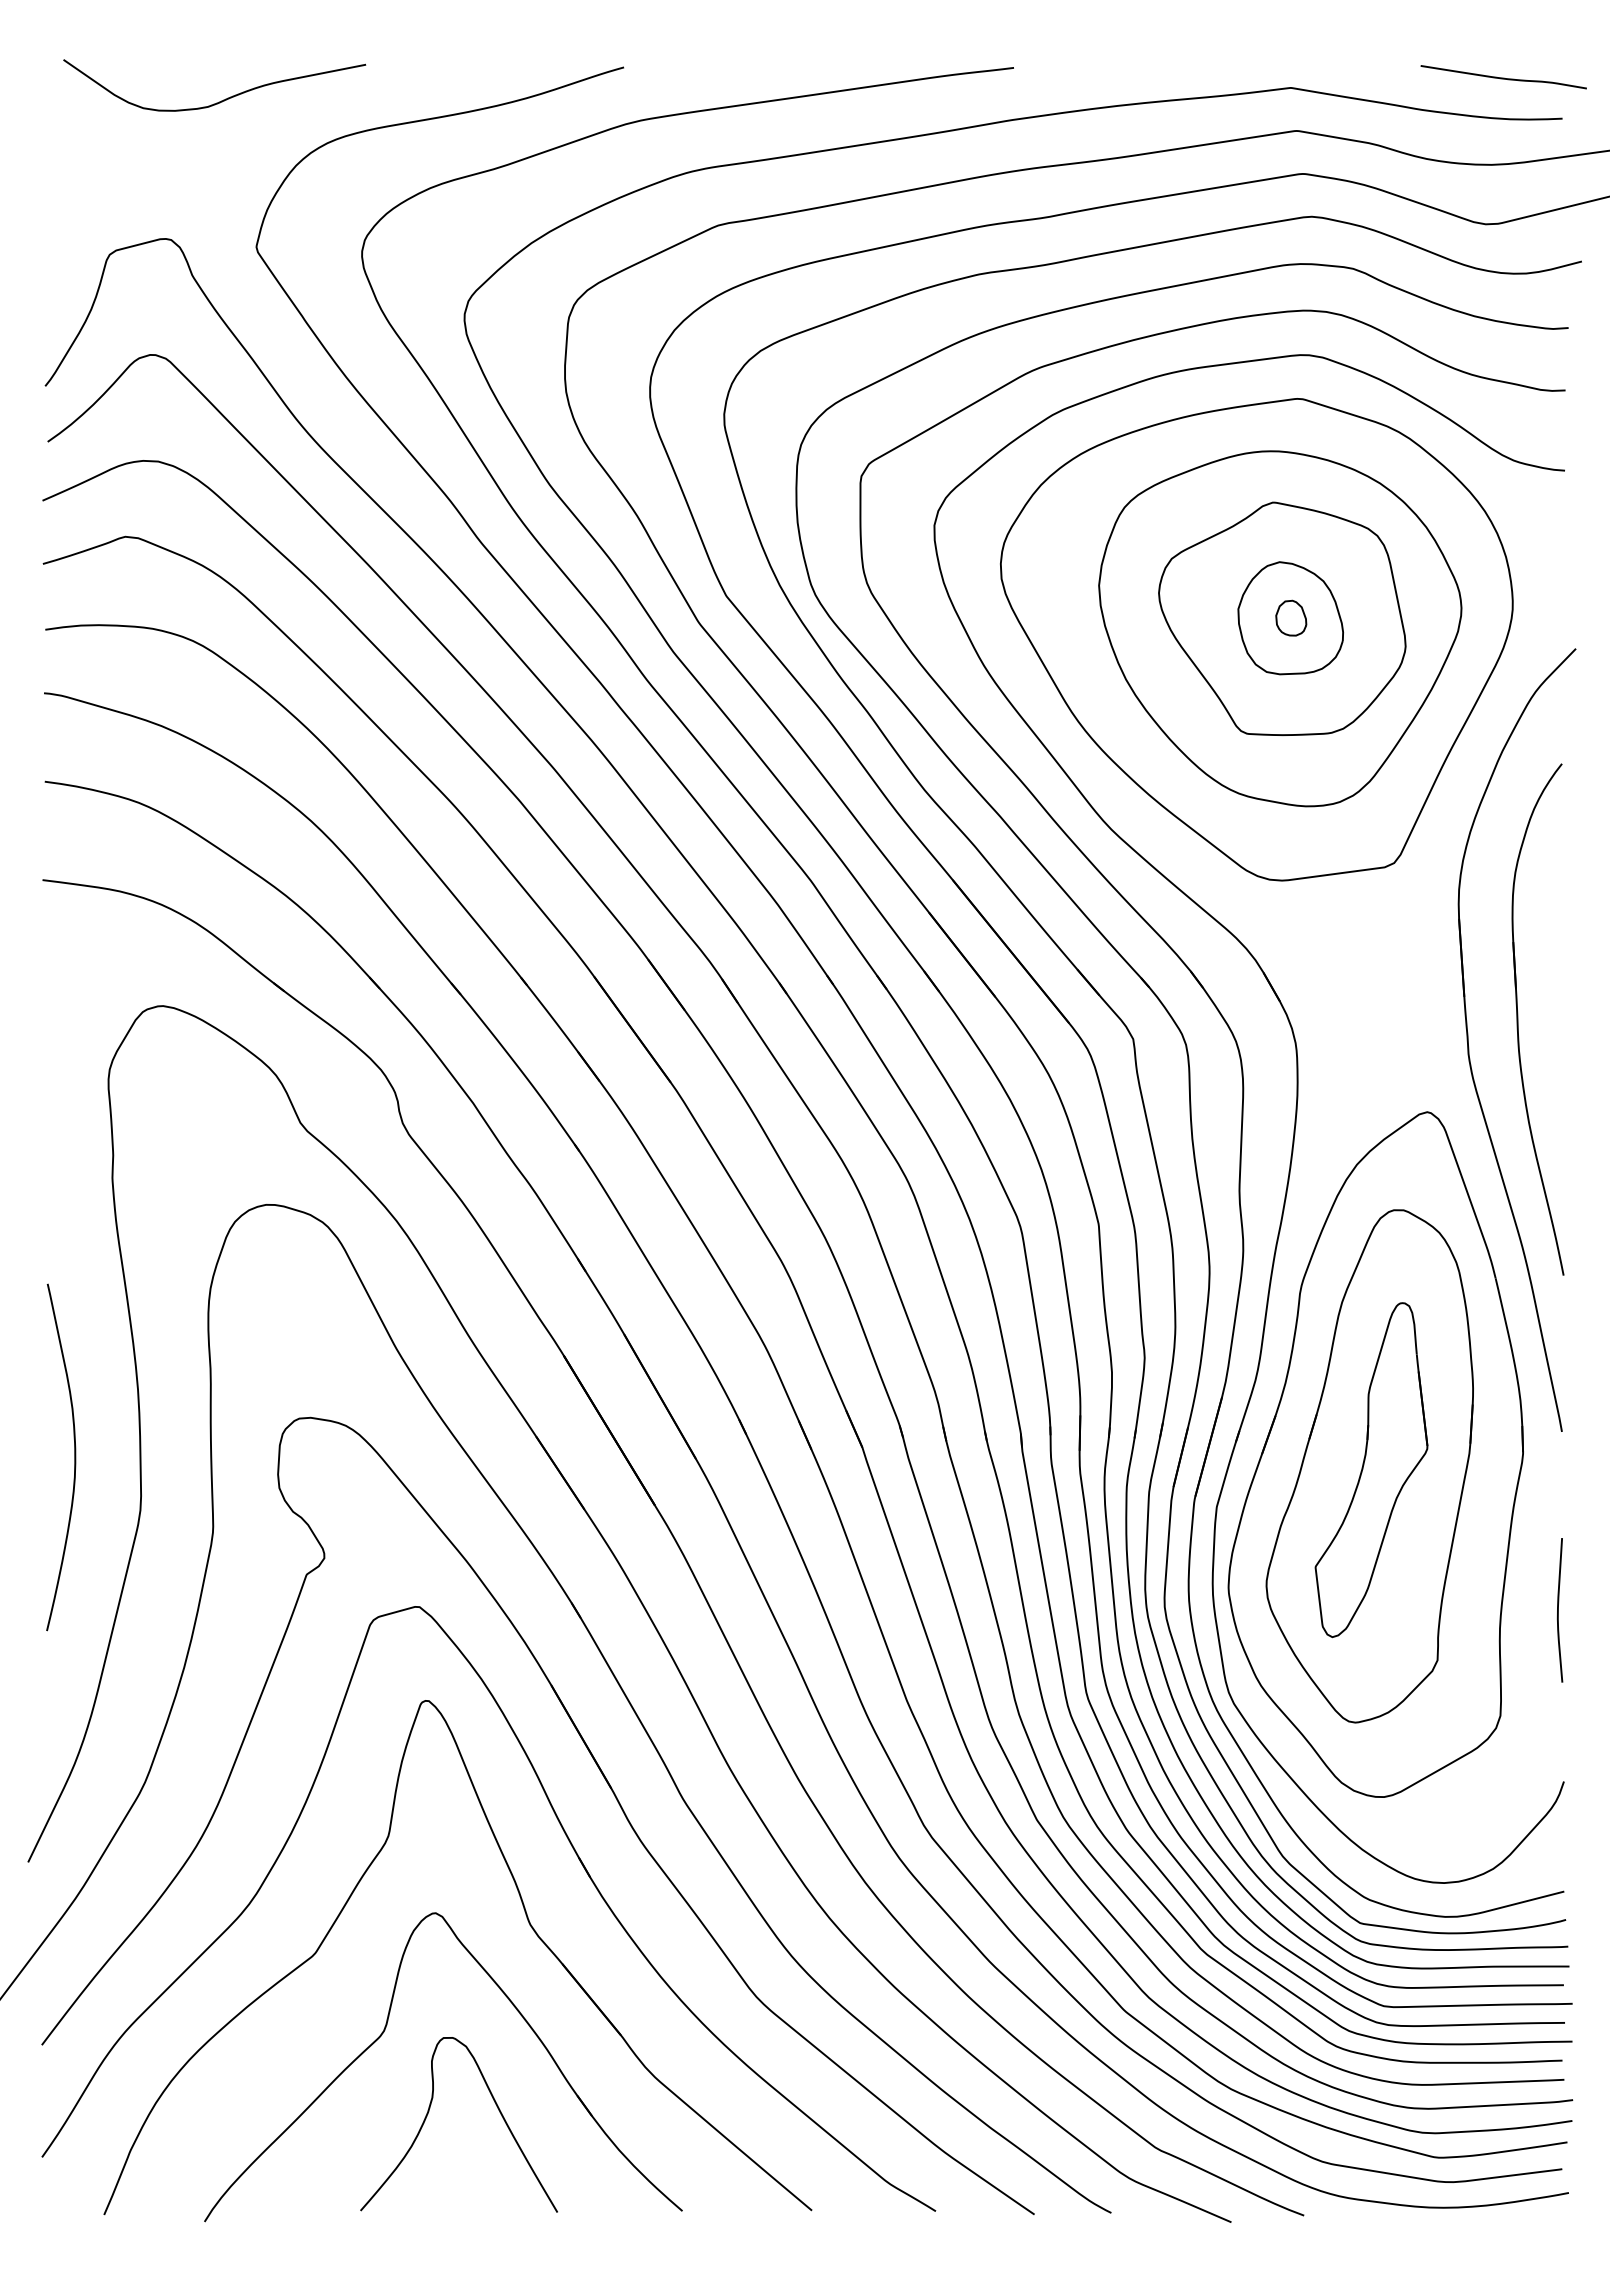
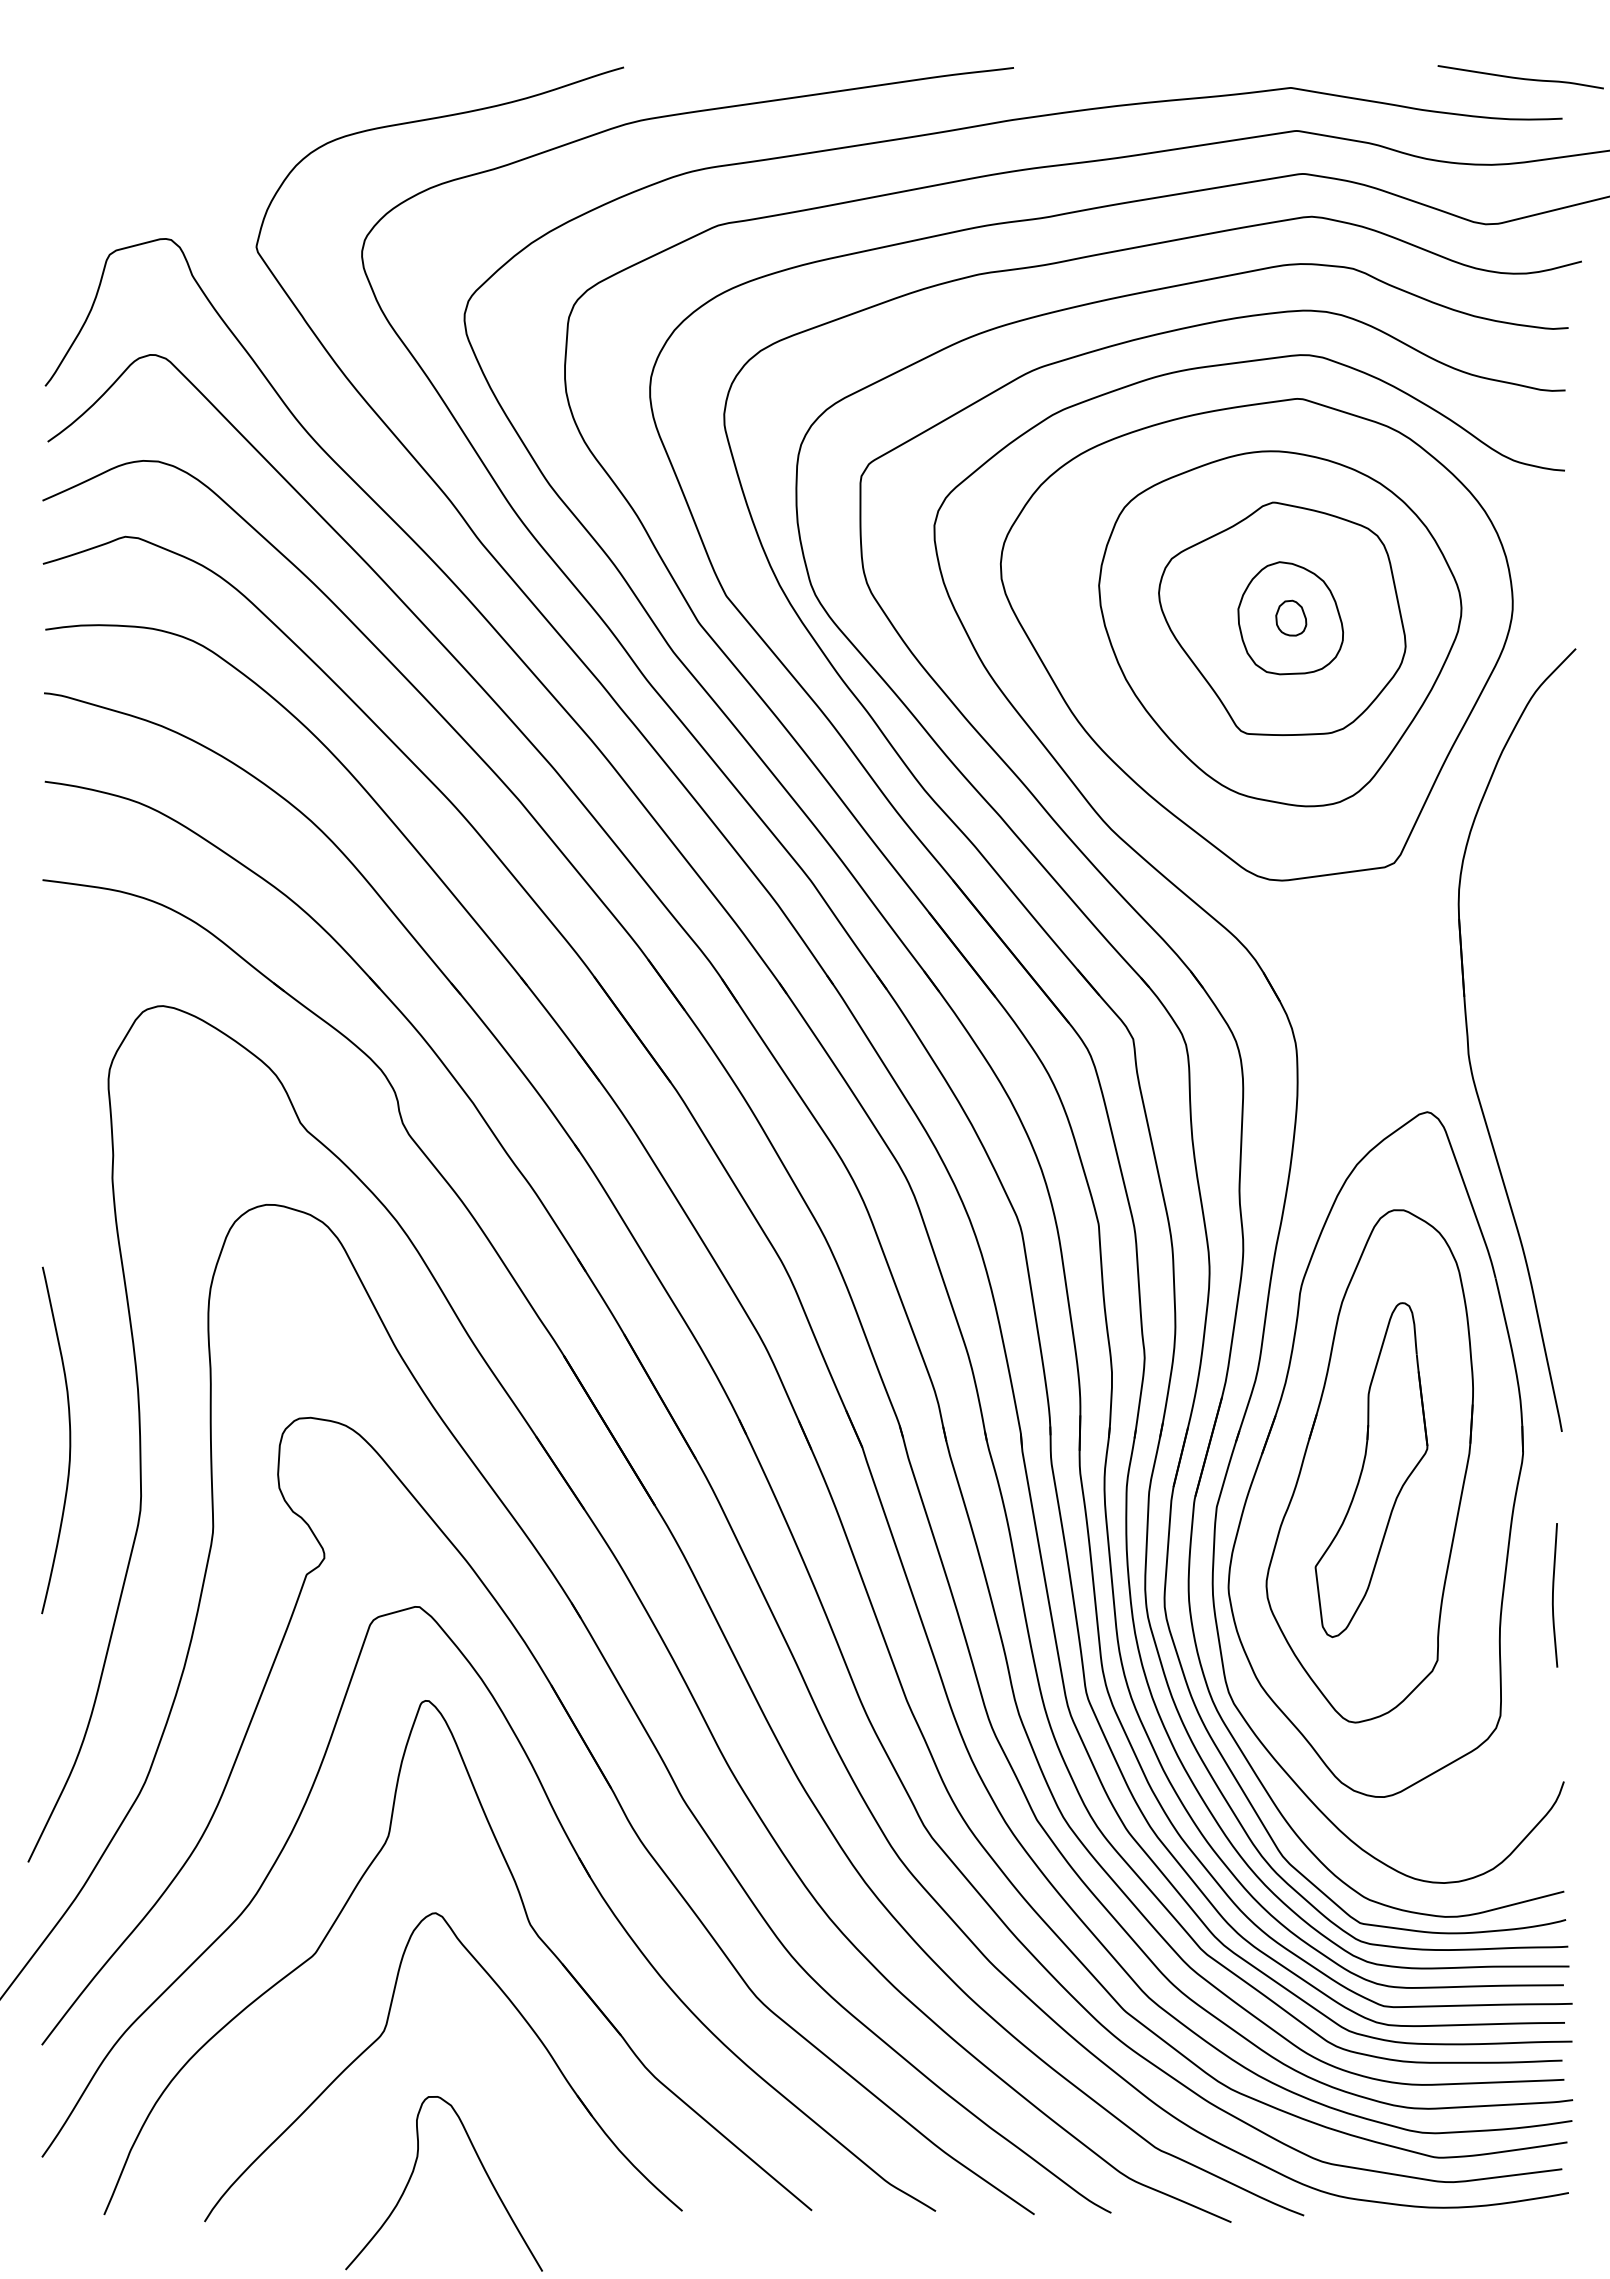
curve at (1503, 77) position: (1503, 77) -> (1520, 77)
curve at (221, 100): present -> none
part at (1518, 1019): present -> none
curve at (74, 1457) position: (74, 1457) -> (69, 1440)
curve at (1558, 1610) position: (1558, 1610) -> (1553, 1595)
curve at (428, 2114) position: (428, 2114) -> (413, 2173)
